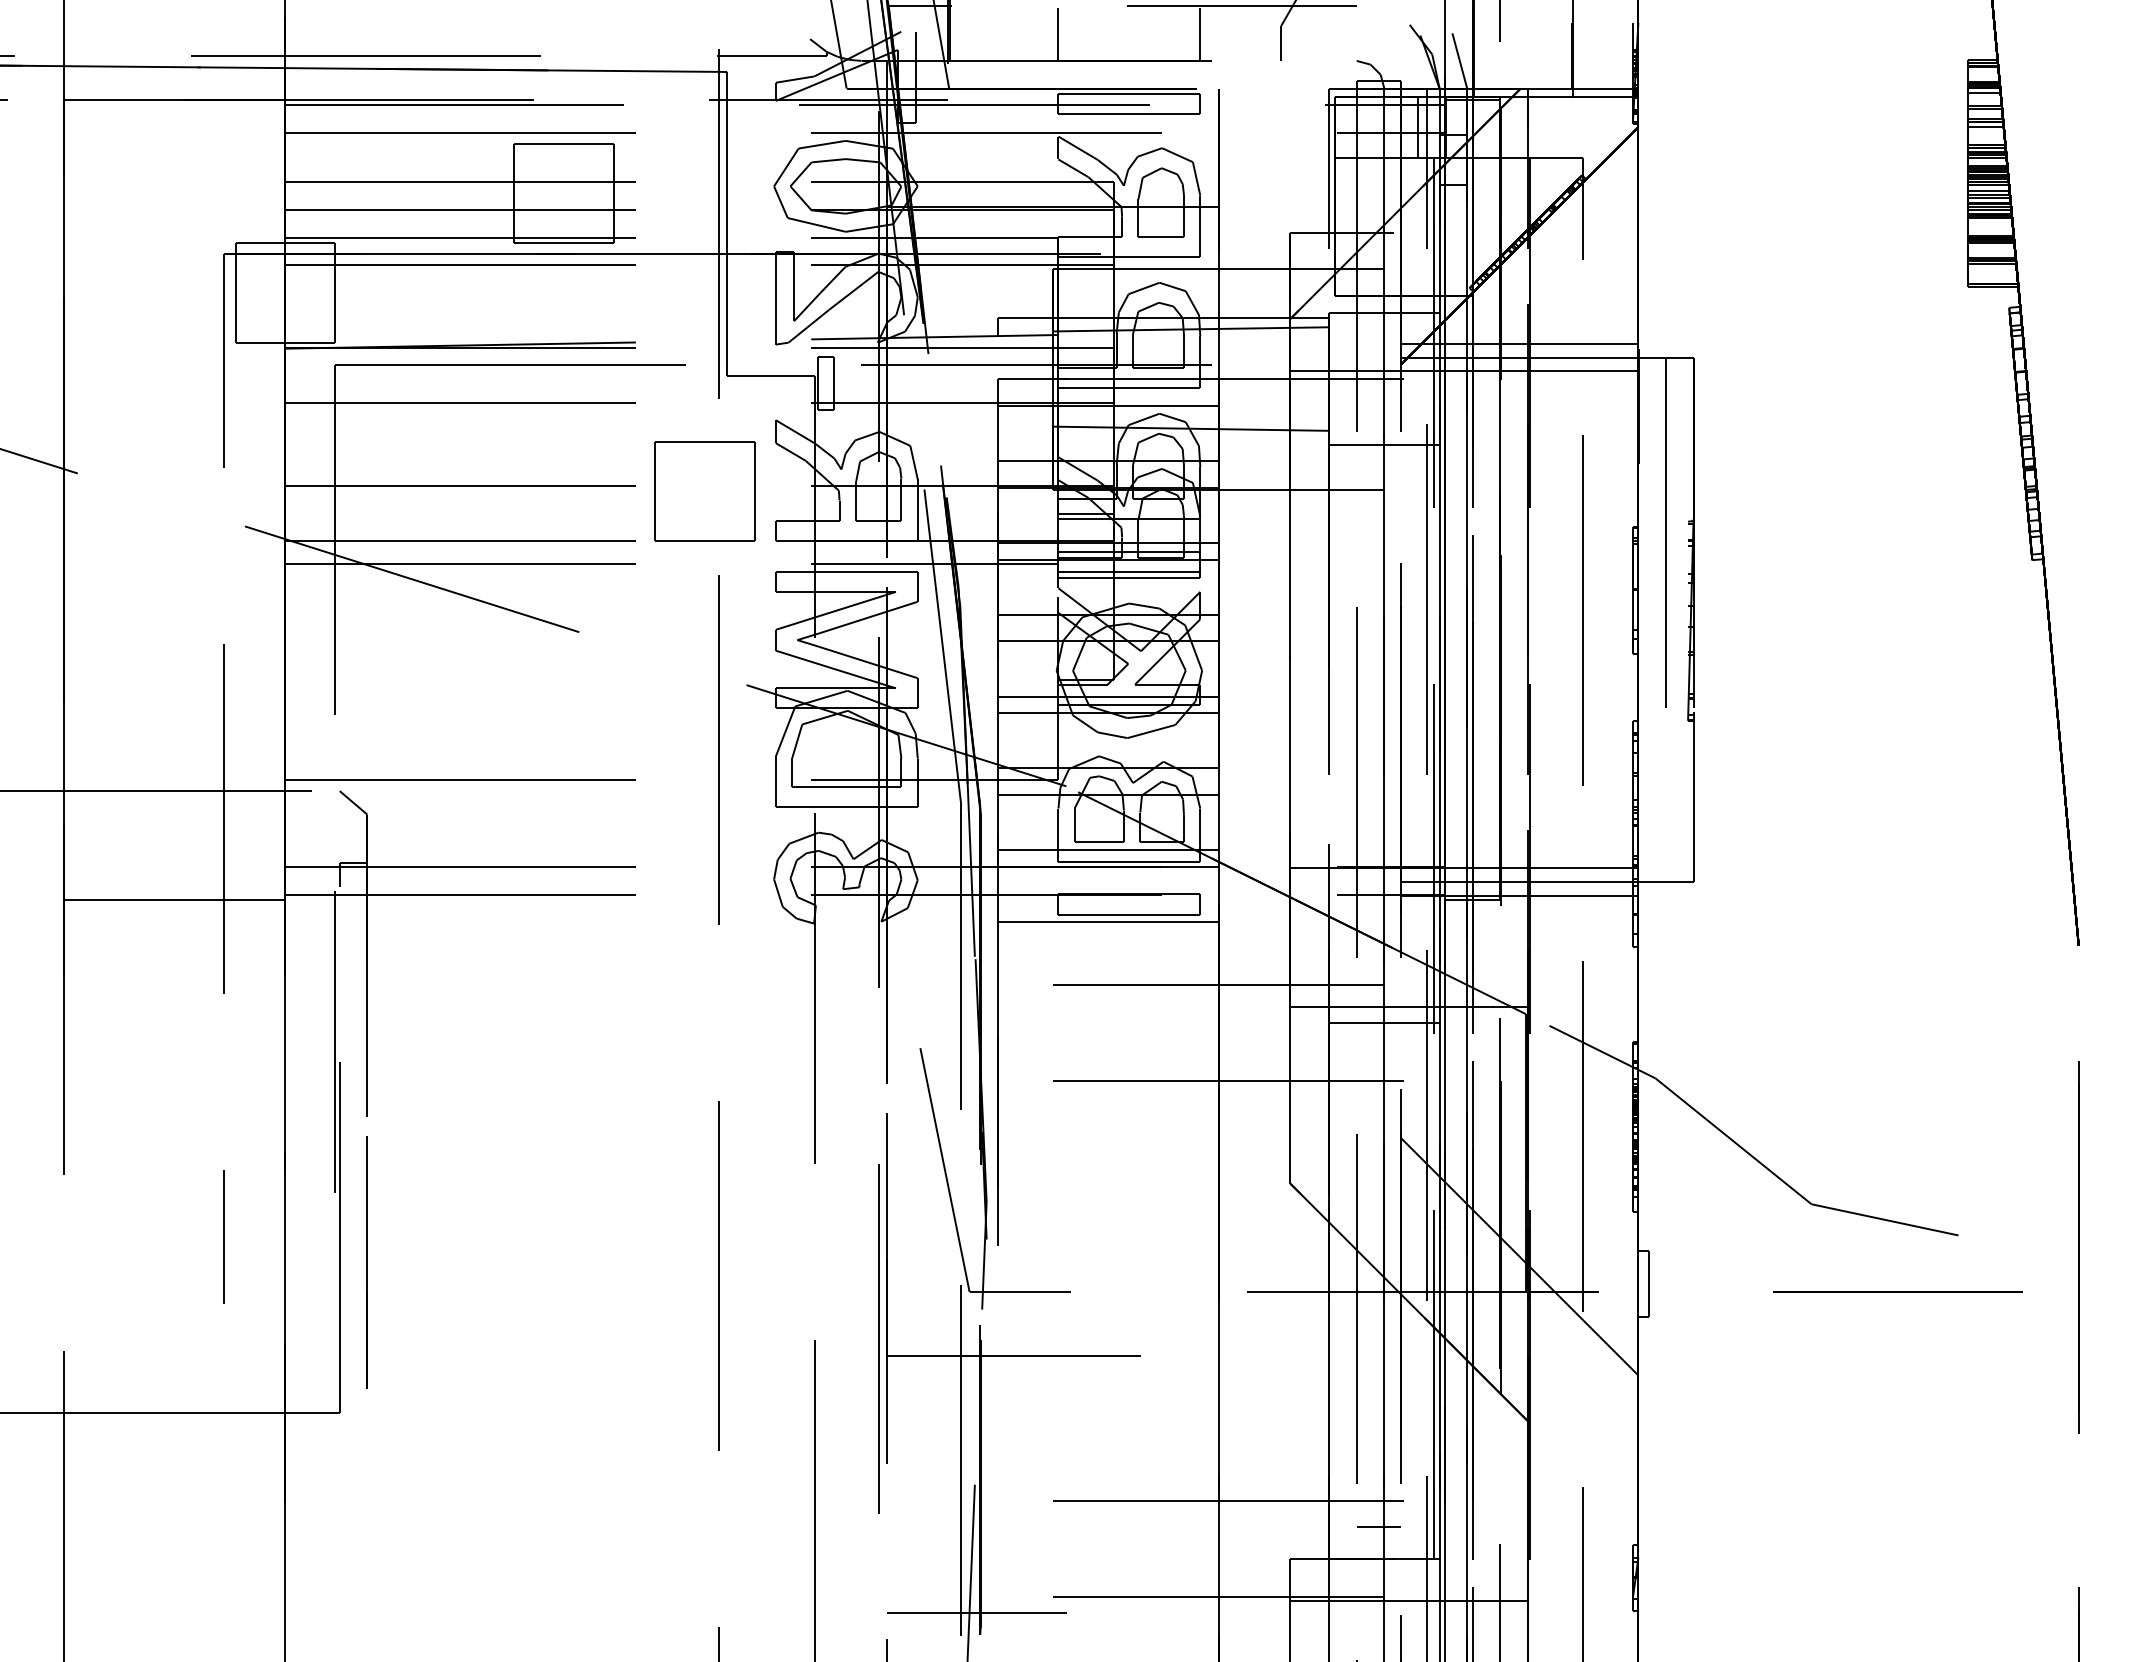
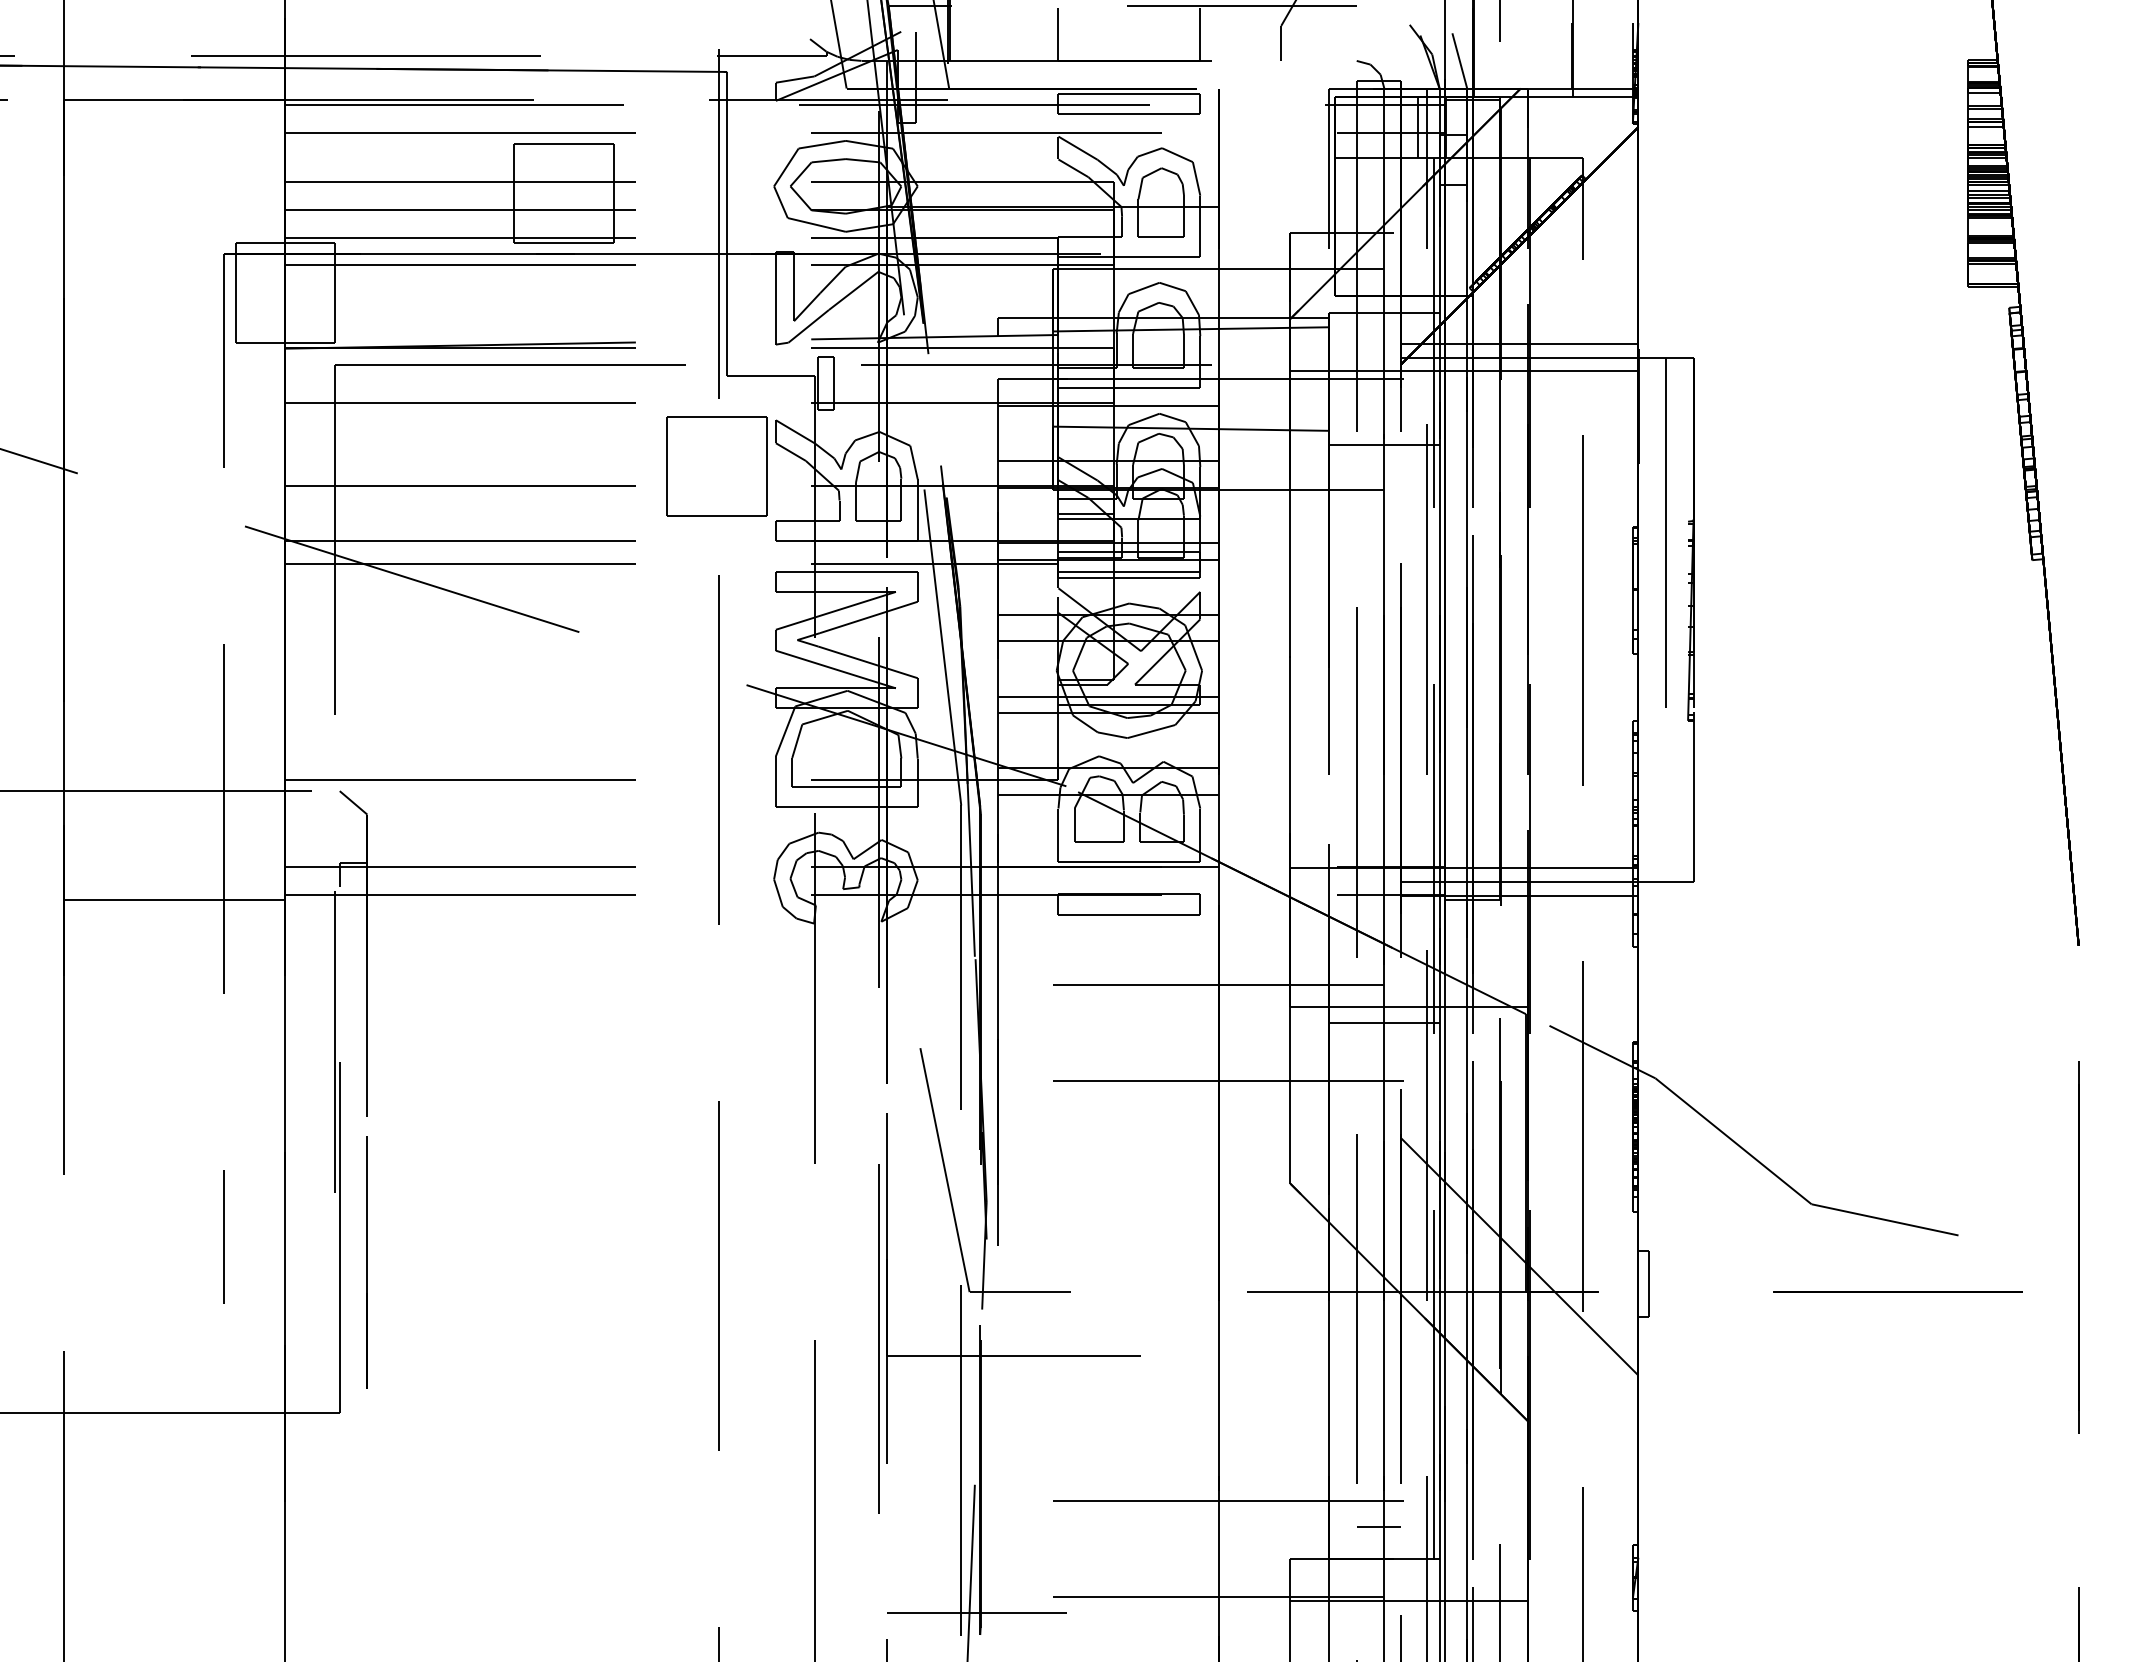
part at (704, 491) position: (704, 491) -> (716, 466)
line at (1107, 850): present -> none
line at (1107, 922): present -> none
